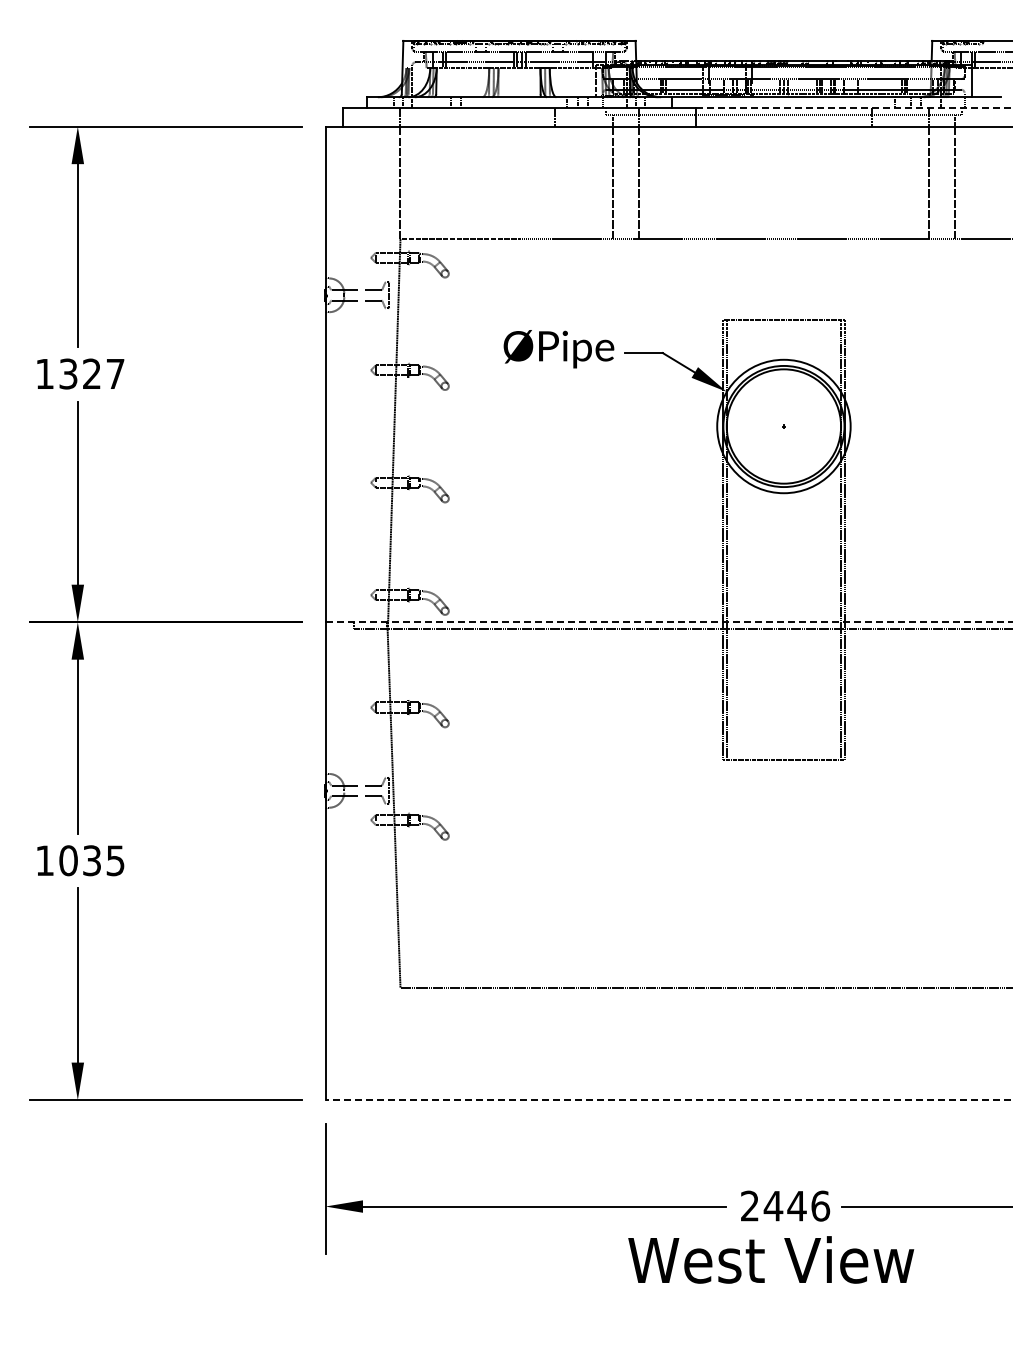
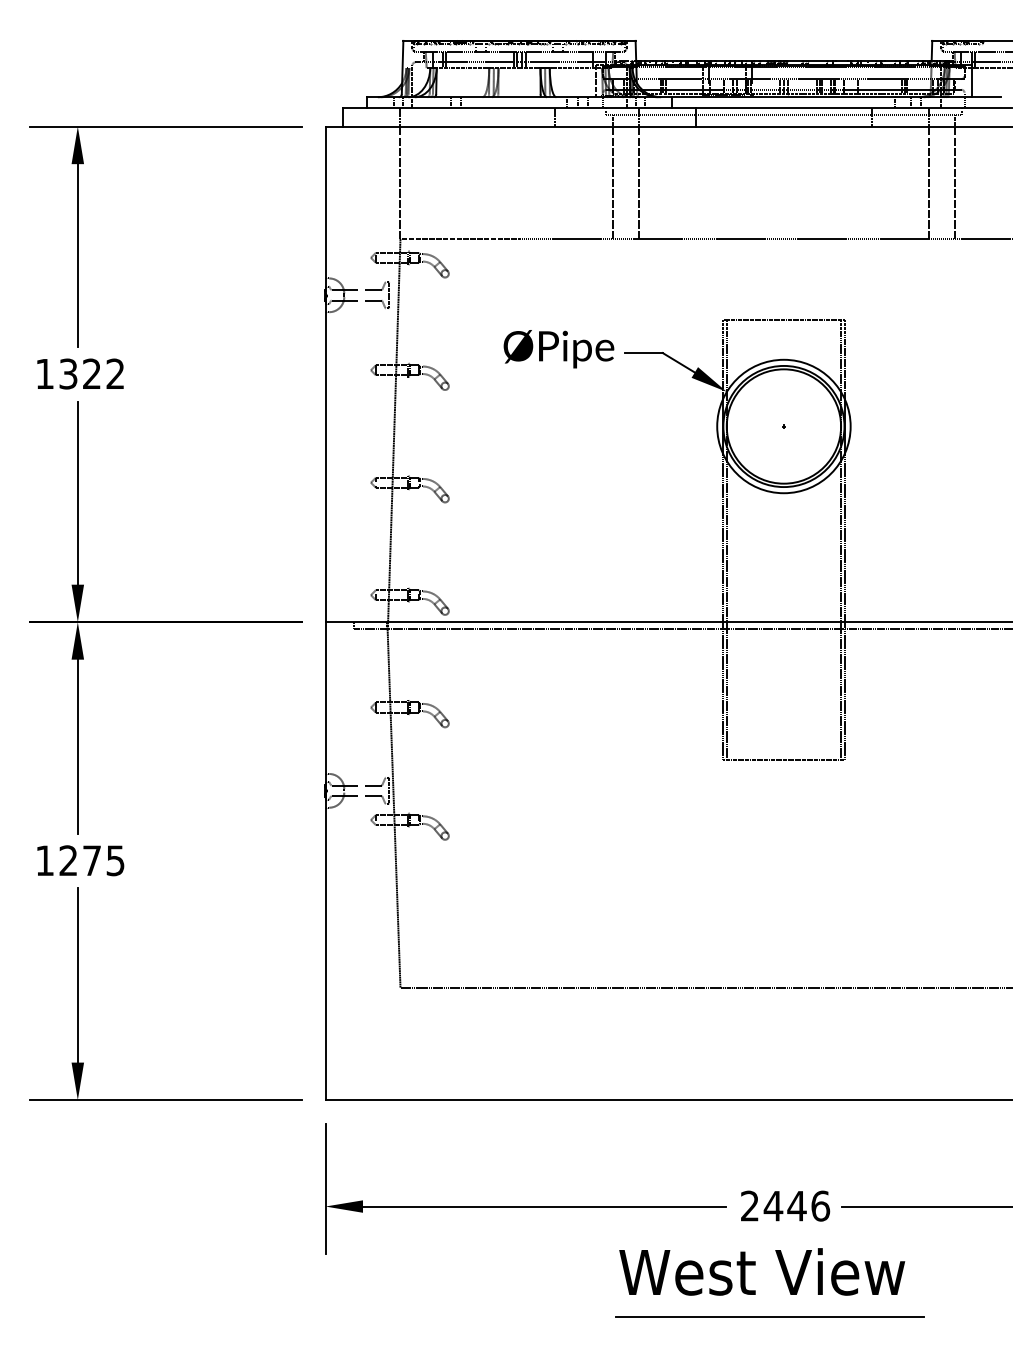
line at (854, 107): dashed -> solid
text at (115, 373): 1327 -> 1322
line at (669, 622): dashed -> solid
text at (79, 860): 1035 -> 1275
line at (668, 1100): dashed -> solid
text at (771, 1259) position: (771, 1259) -> (762, 1271)
line at (769, 1317): none -> present
